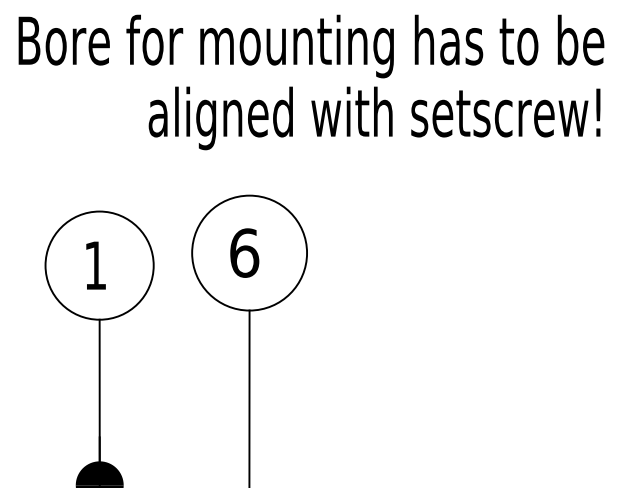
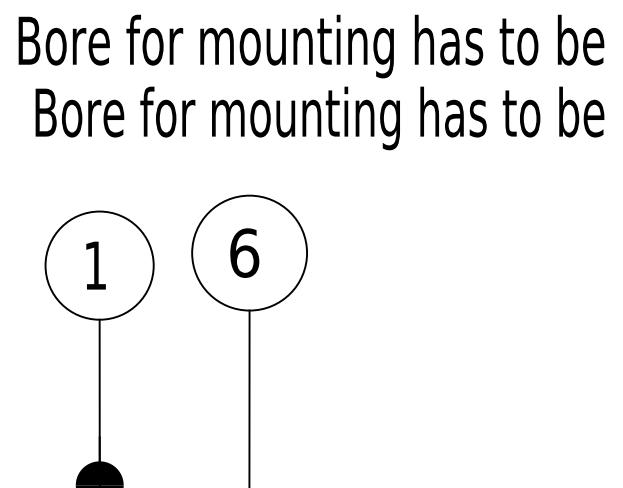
text at (319, 118): aligned with setscrew! -> Bore for mounting has to be
